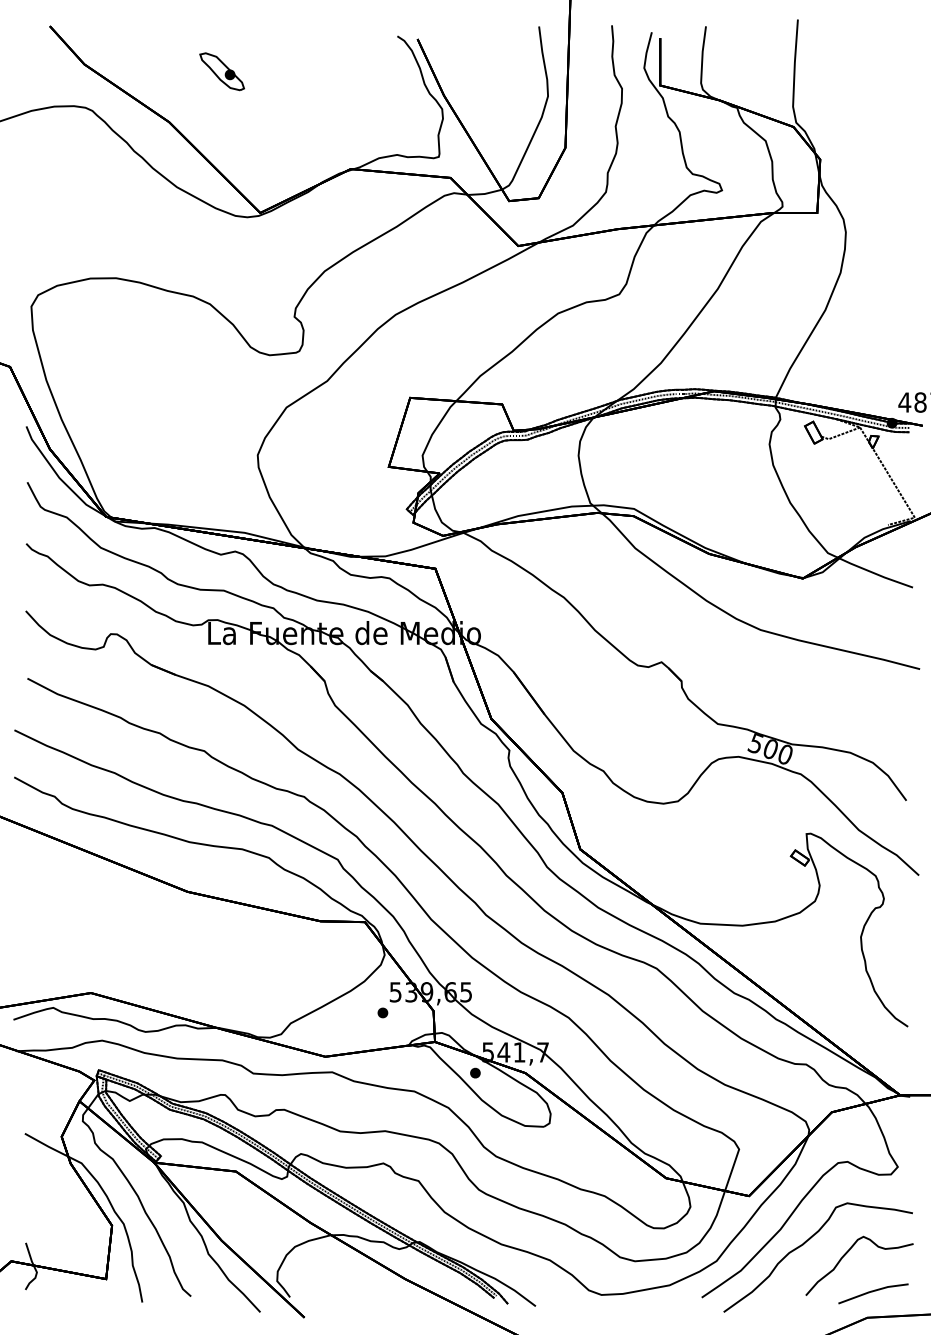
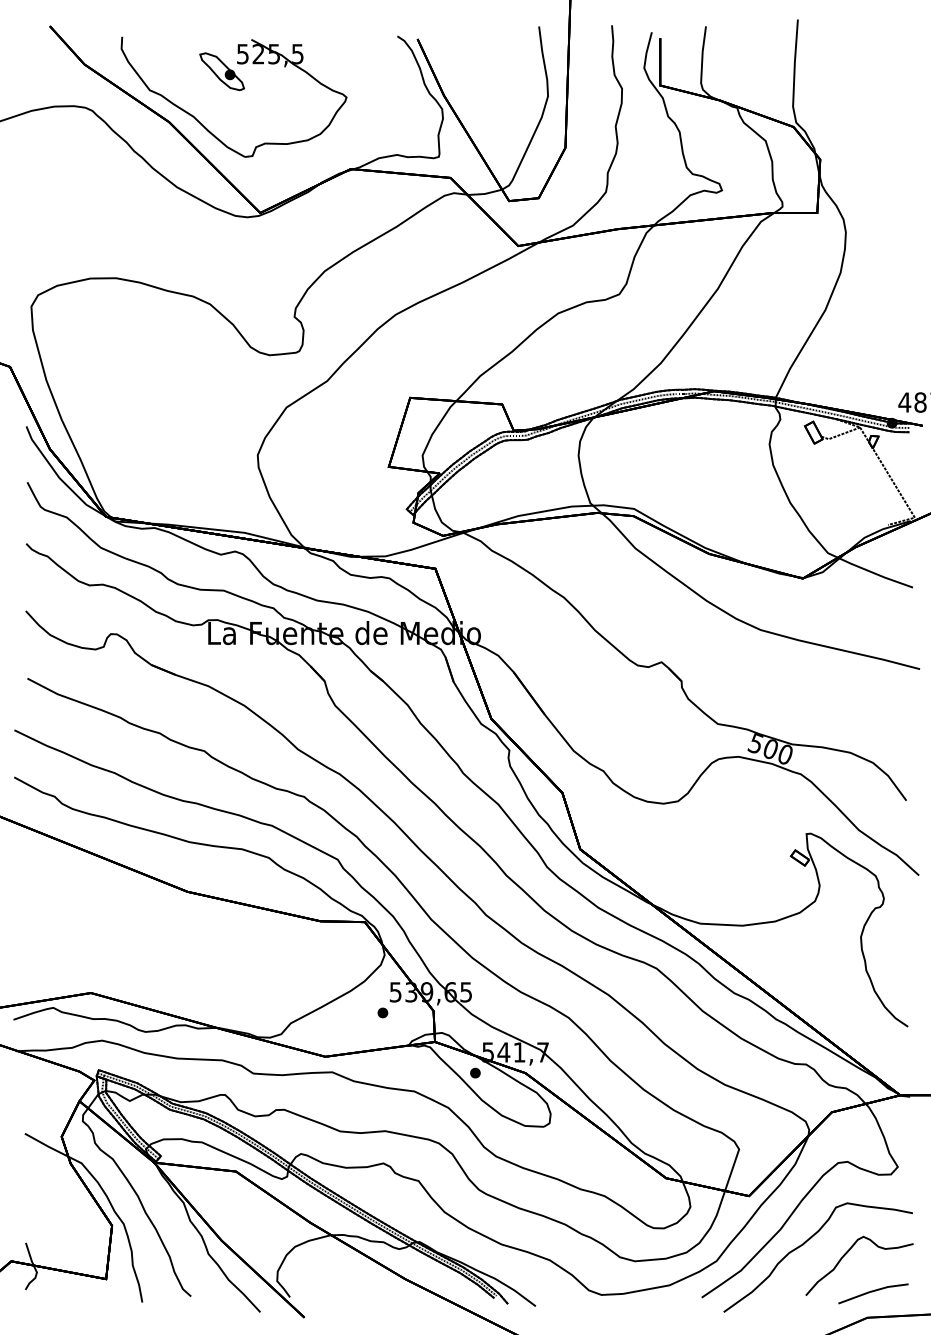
part at (239, 64): none -> present
